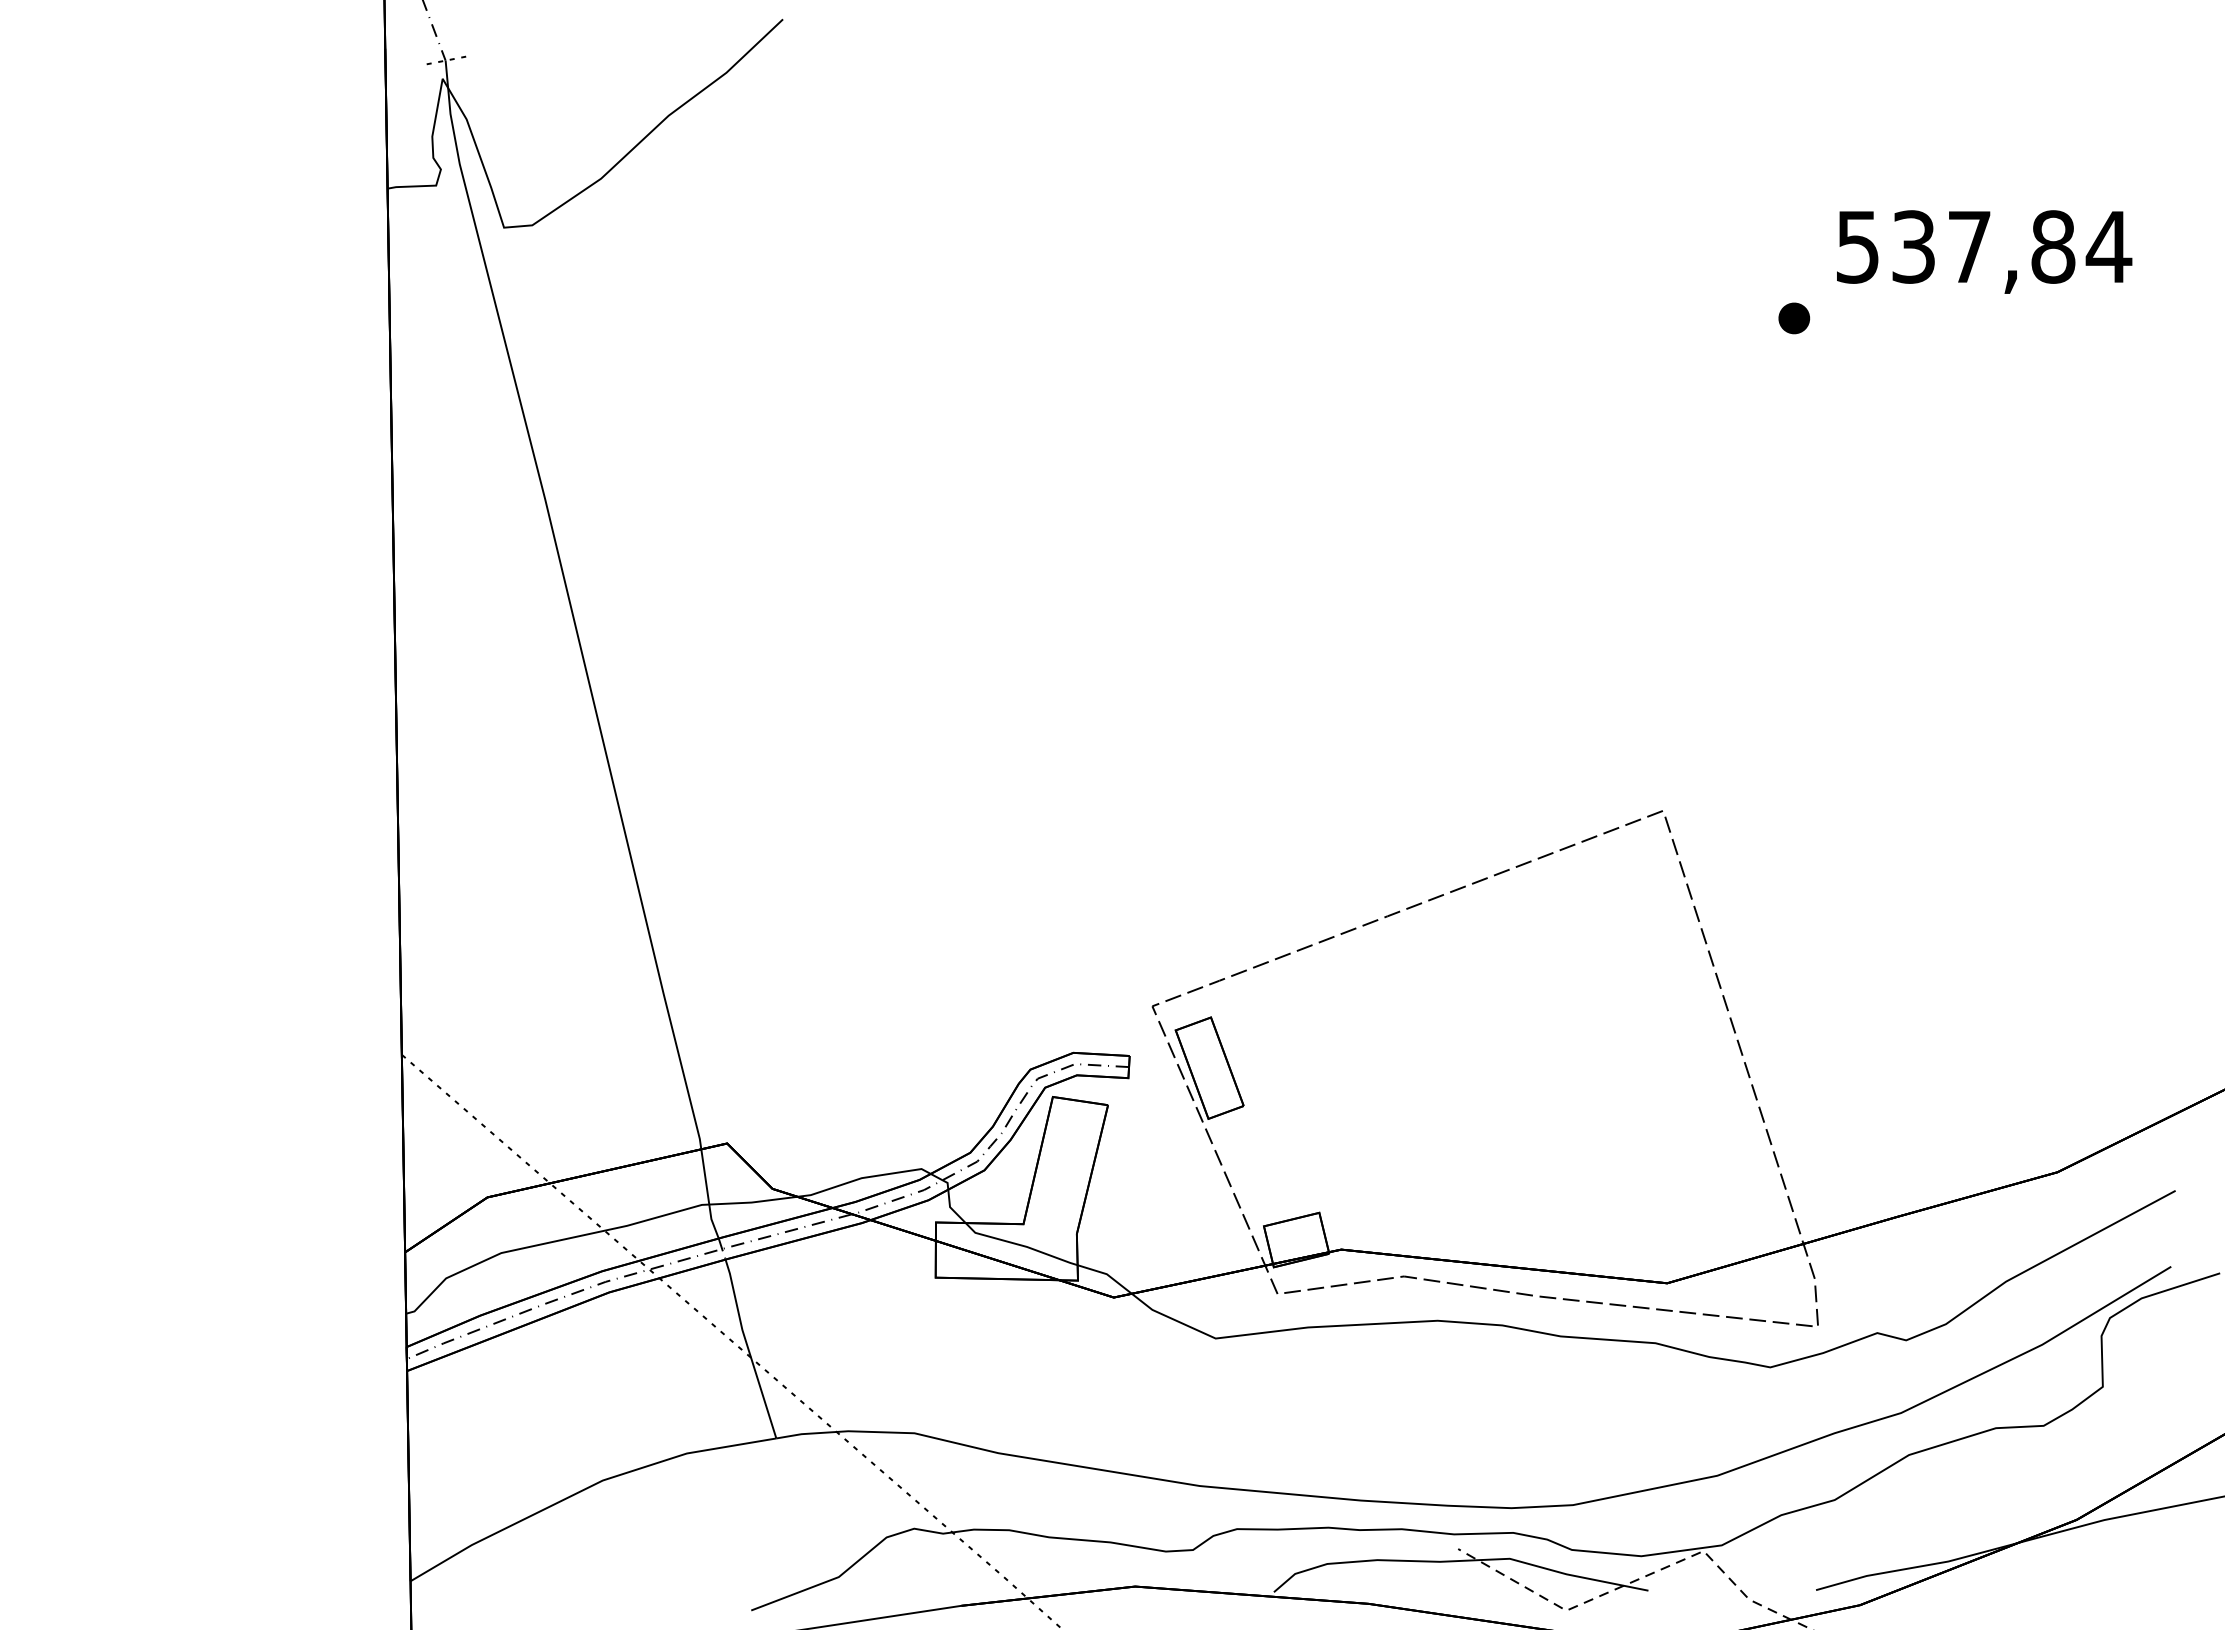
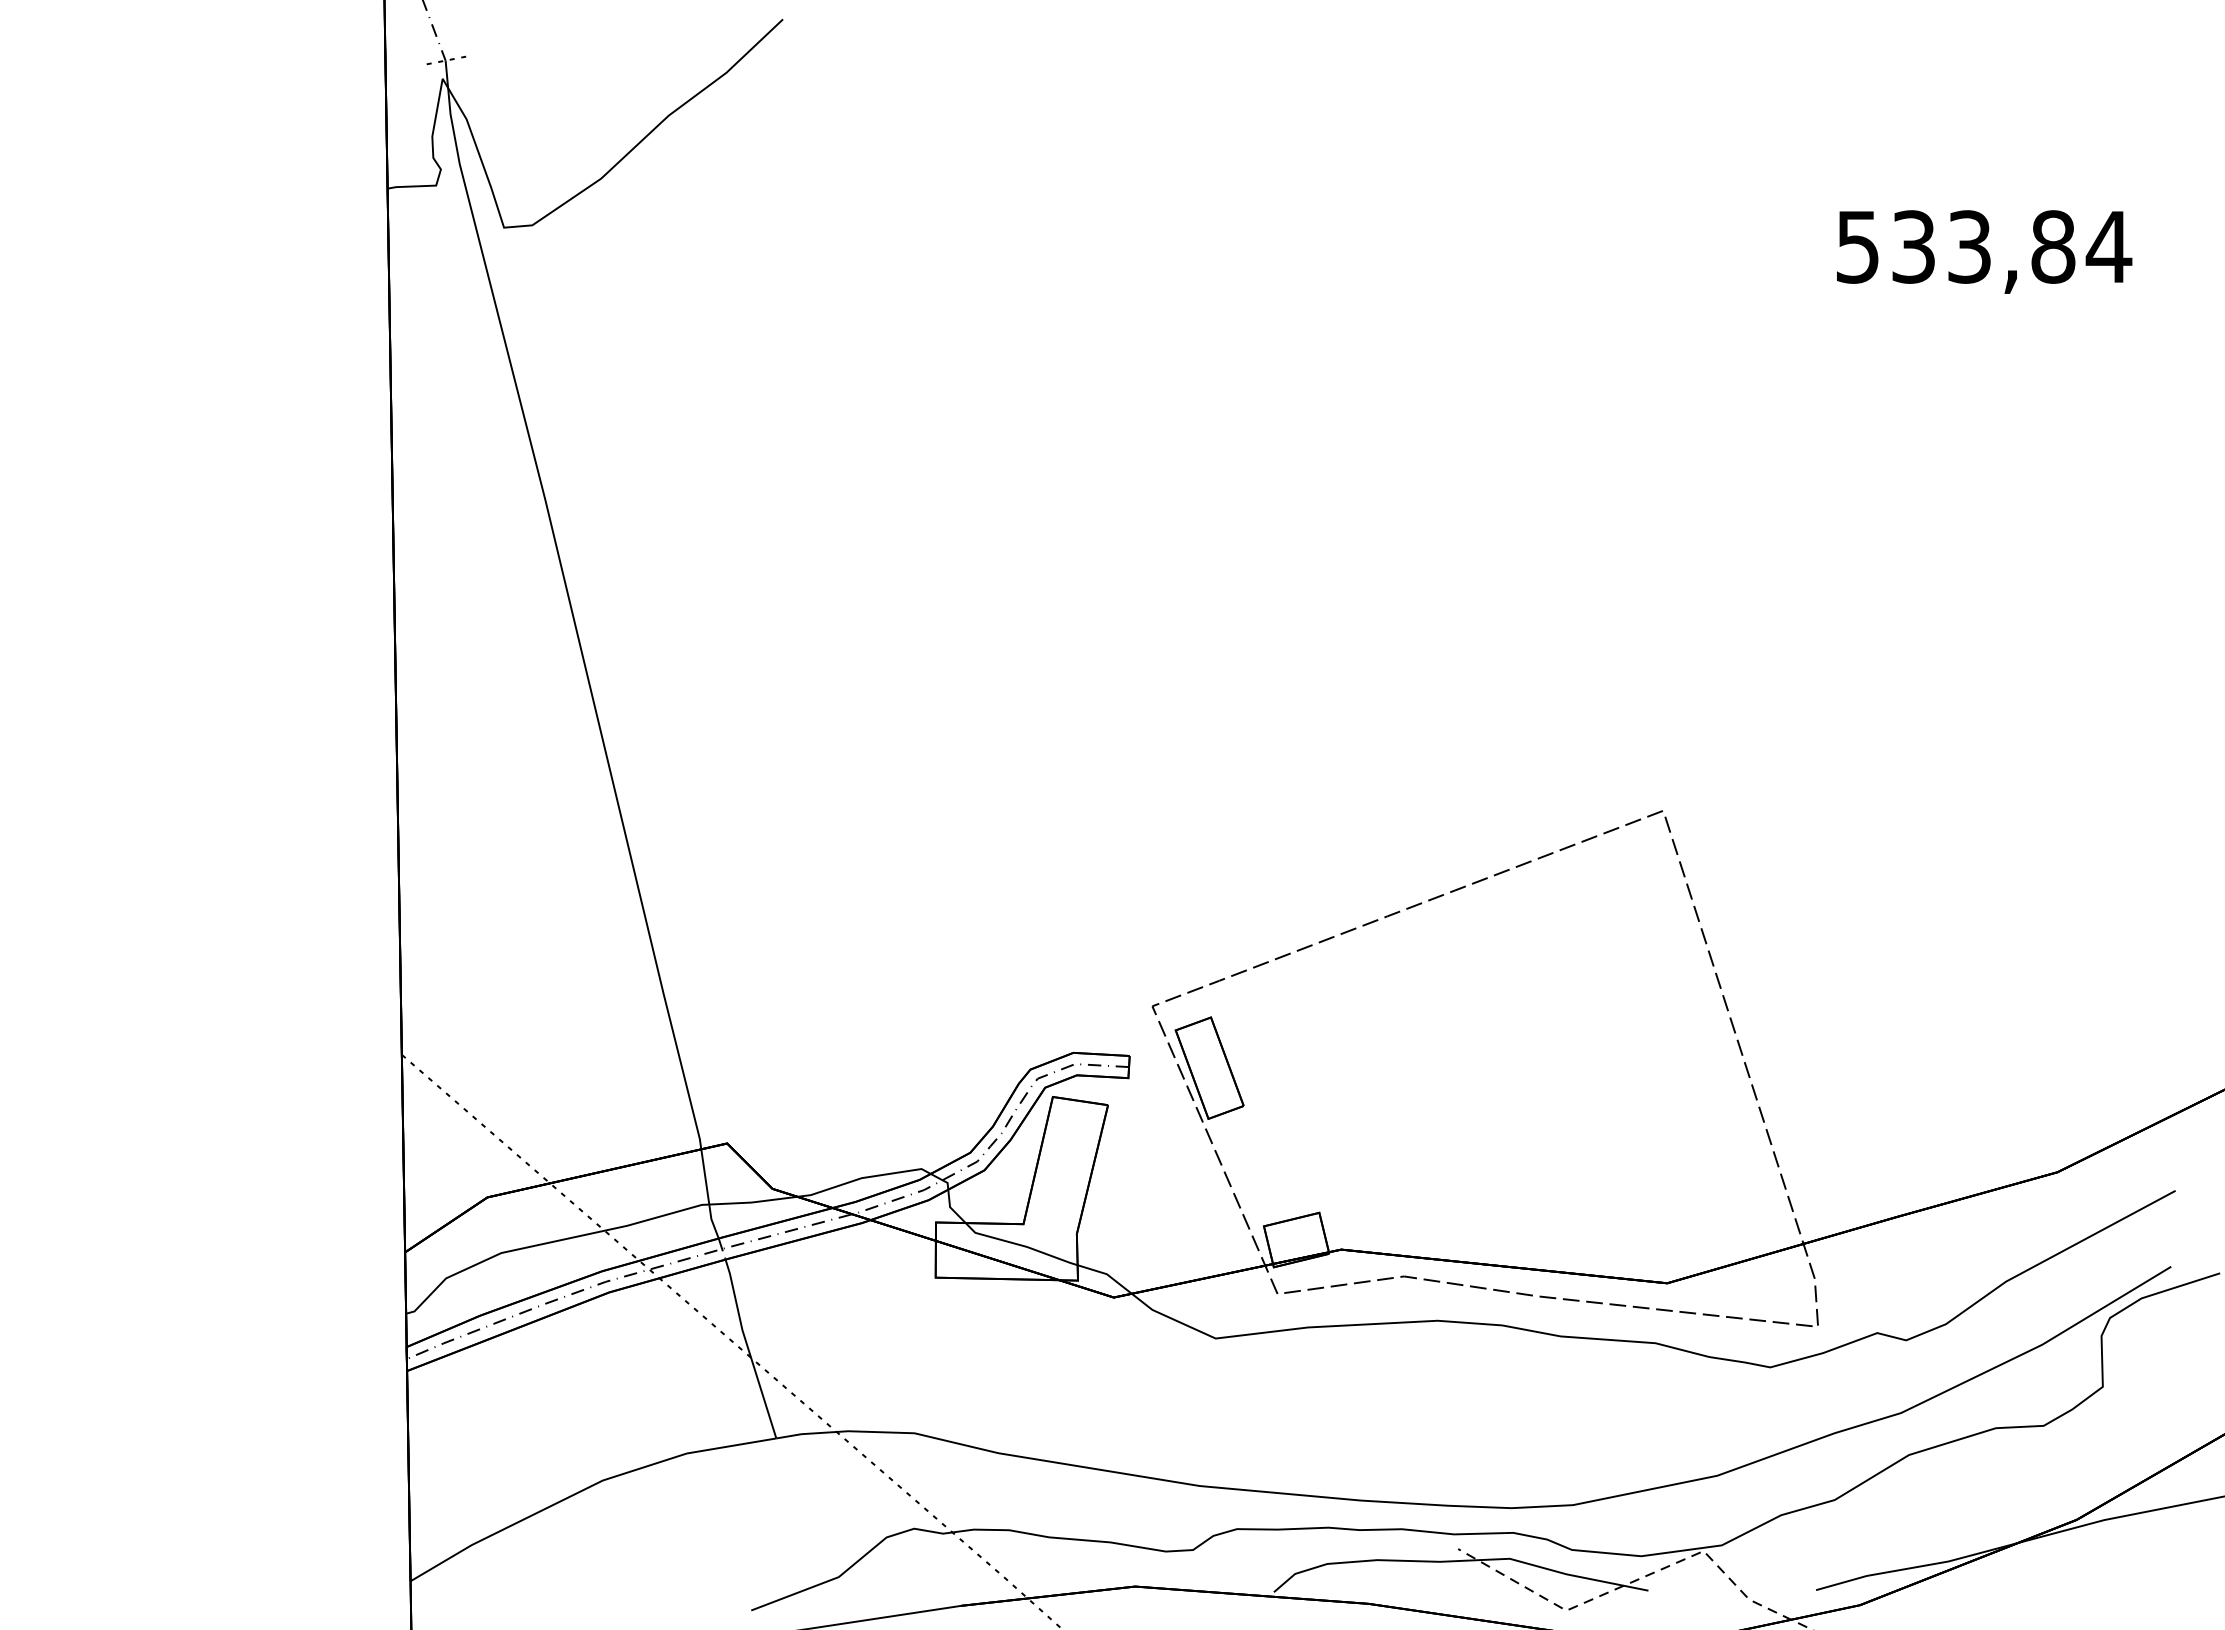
text at (1969, 246): 537,84 -> 533,84
part at (1794, 318): present -> none
